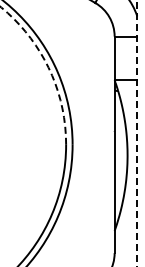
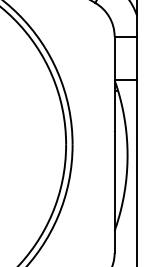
arc at (48, 67): dashed -> solid
line at (137, 133): dashed -> solid
